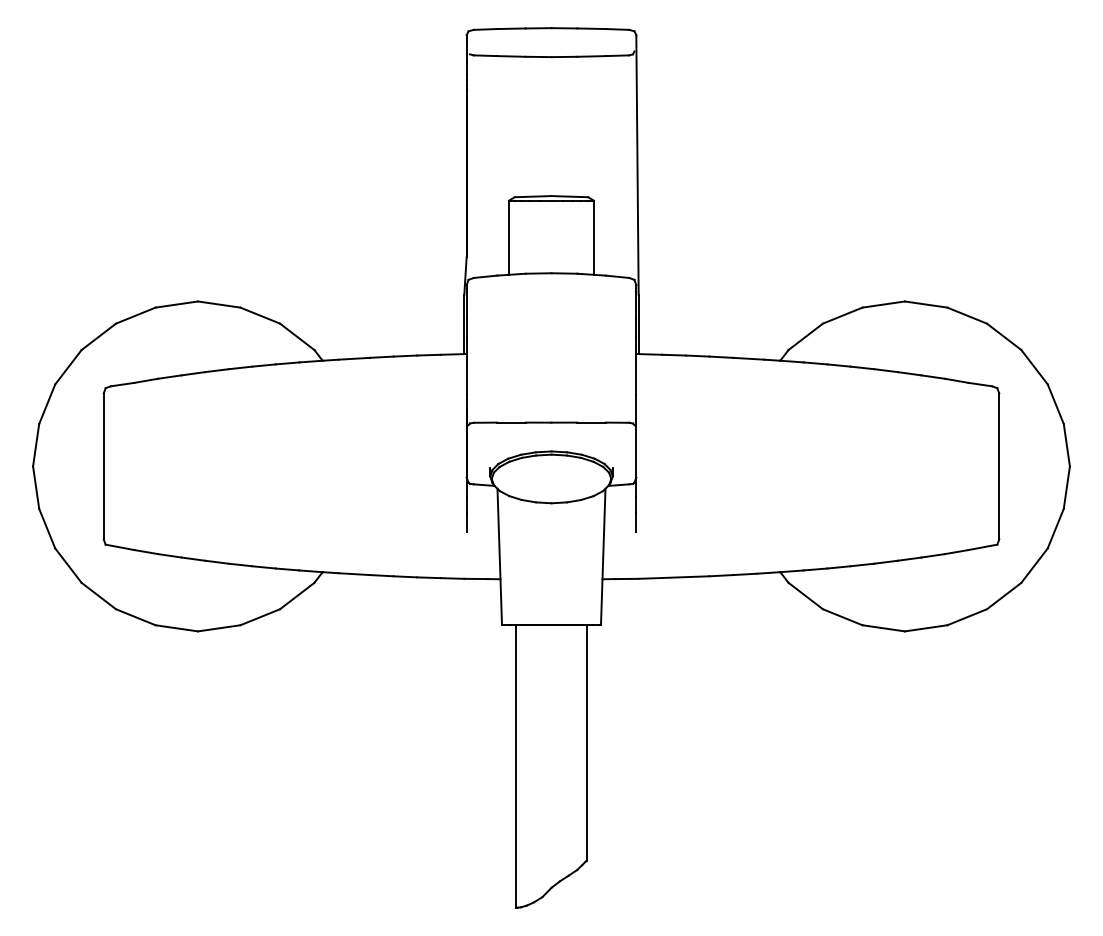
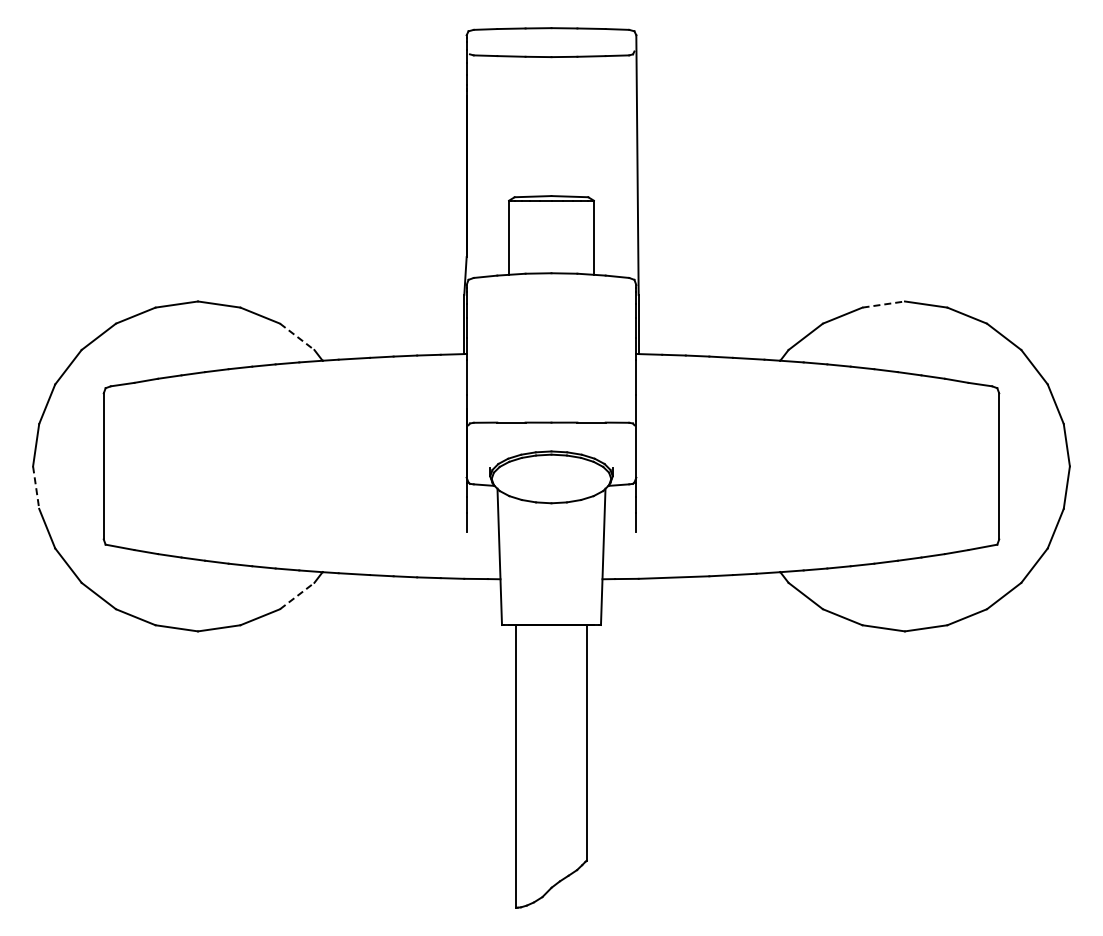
line at (884, 304): solid -> dashed
line at (297, 336): solid -> dashed
line at (36, 488): solid -> dashed
line at (297, 596): solid -> dashed
